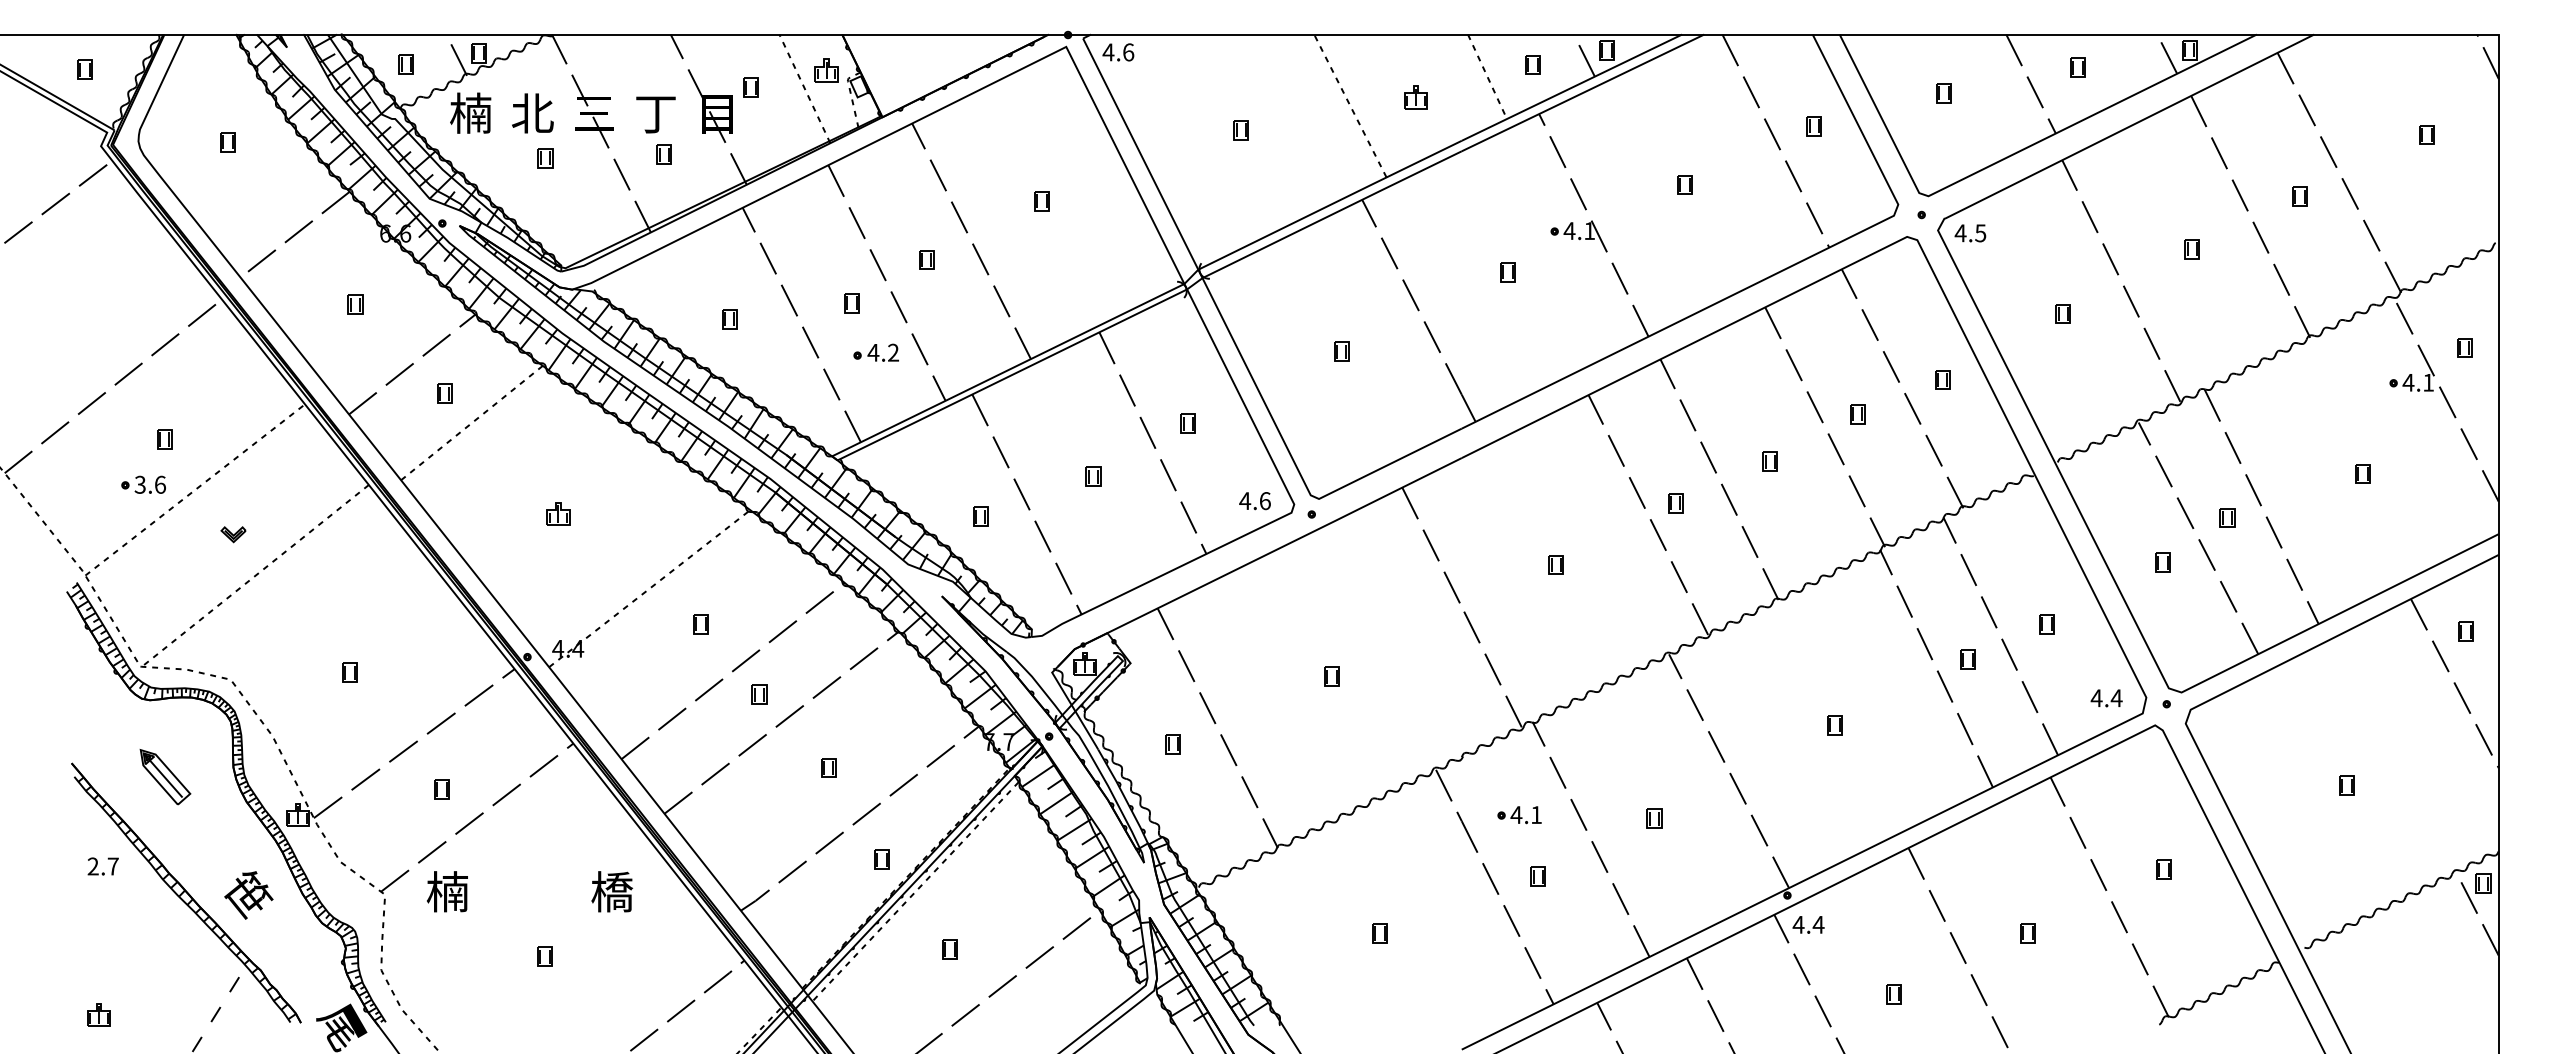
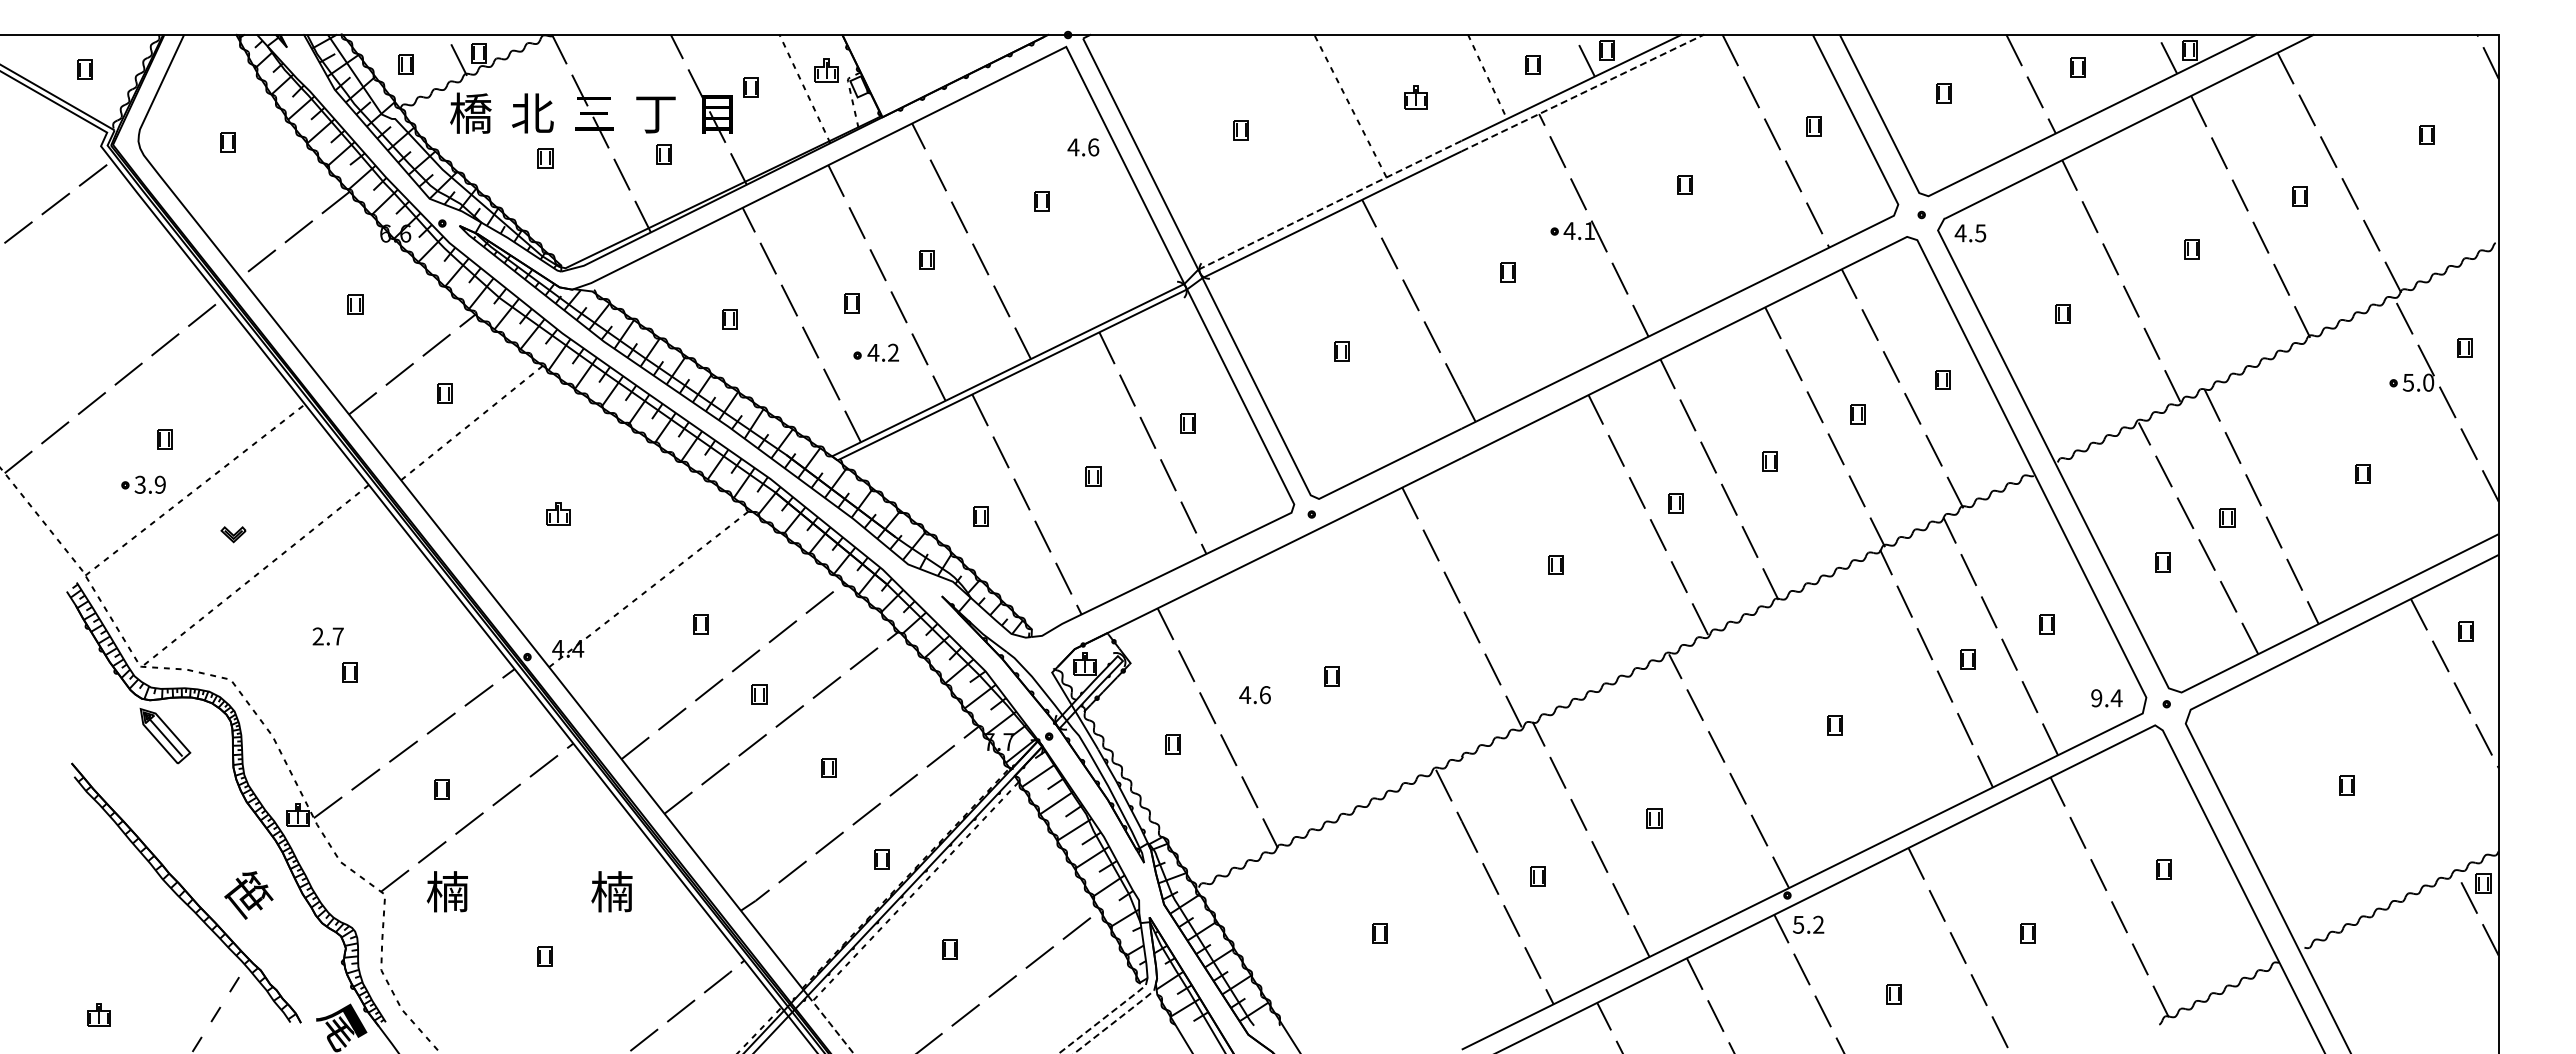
text at (1118, 52) position: (1118, 52) -> (1083, 147)
line at (1583, 92): solid -> dashed
text at (471, 112): 楠 -> 橋
line at (1331, 204): solid -> dashed
text at (2418, 382): 4.1 -> 5.0
text at (159, 484): 3.6 -> 3.9
text at (1254, 501) position: (1254, 501) -> (1254, 695)
text at (2096, 698): 4.4 -> 9.4
part at (165, 777) position: (165, 777) -> (165, 736)
part at (1519, 815): present -> none
text at (102, 866) position: (102, 866) -> (327, 636)
text at (612, 891): 橋 -> 楠
text at (1808, 924): 4.4 -> 5.2
line at (1106, 1016): solid -> dashed
line at (1118, 1018): solid -> dashed
line at (830, 1024): solid -> dashed
